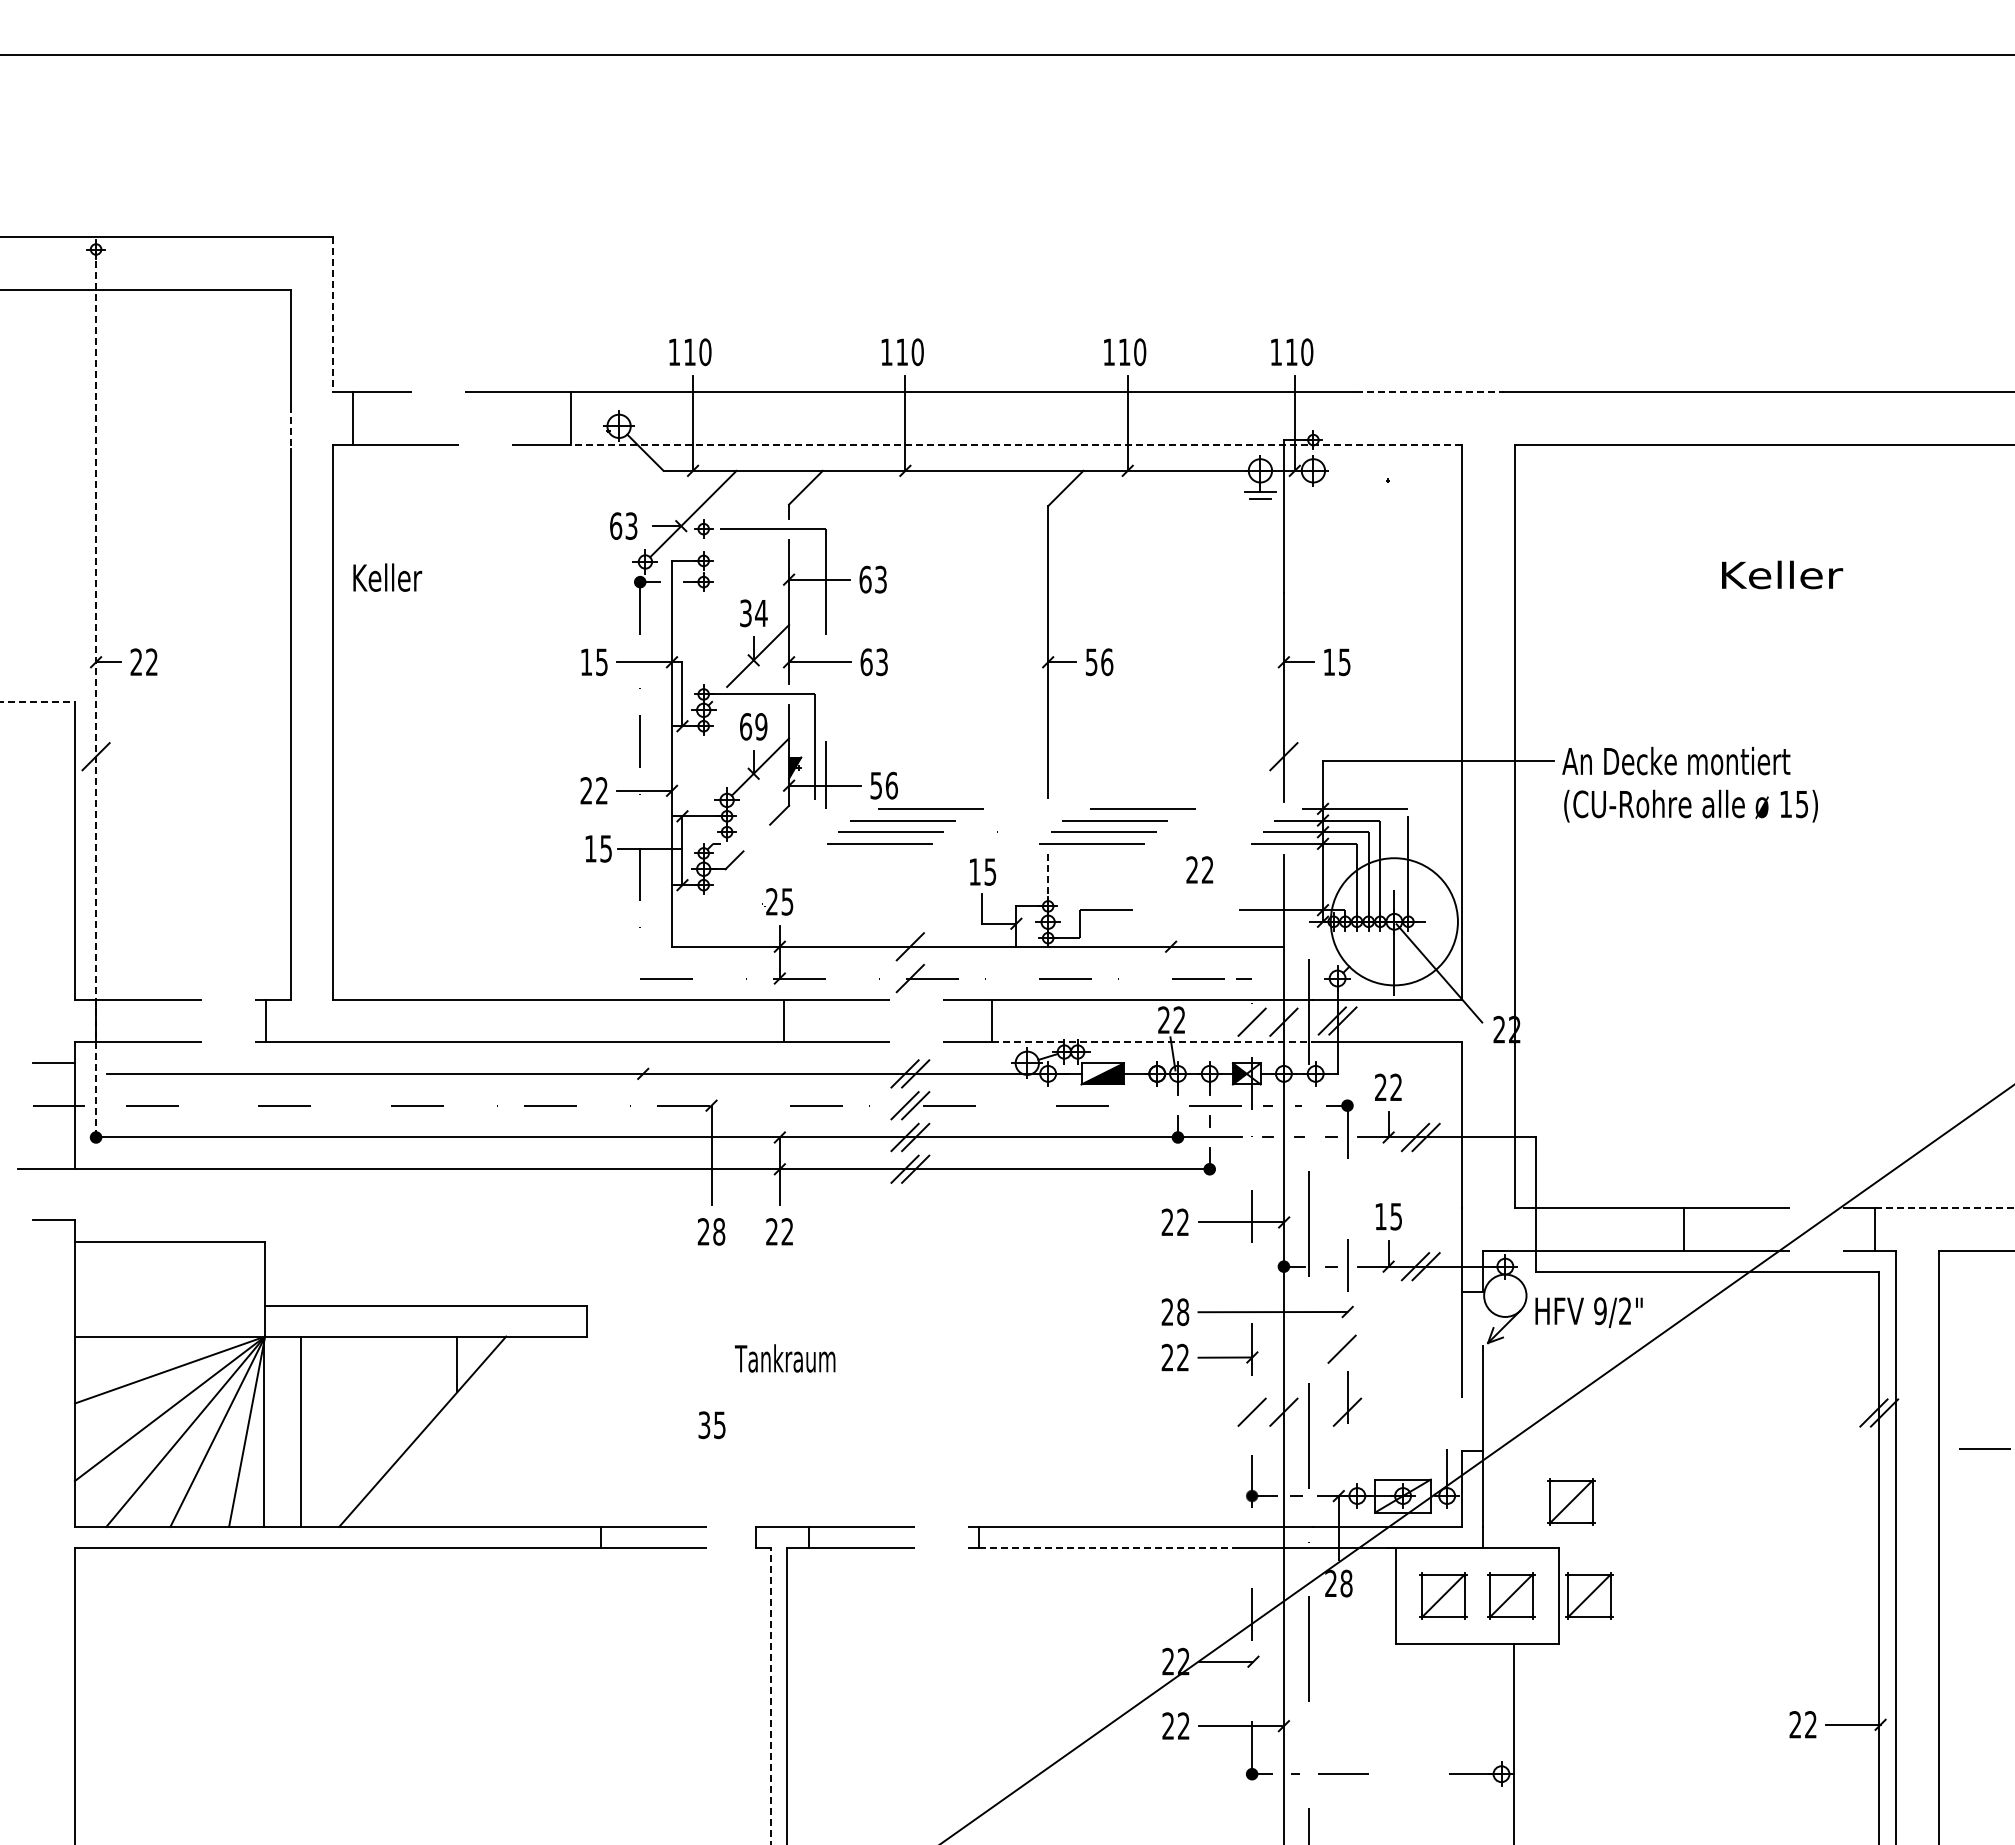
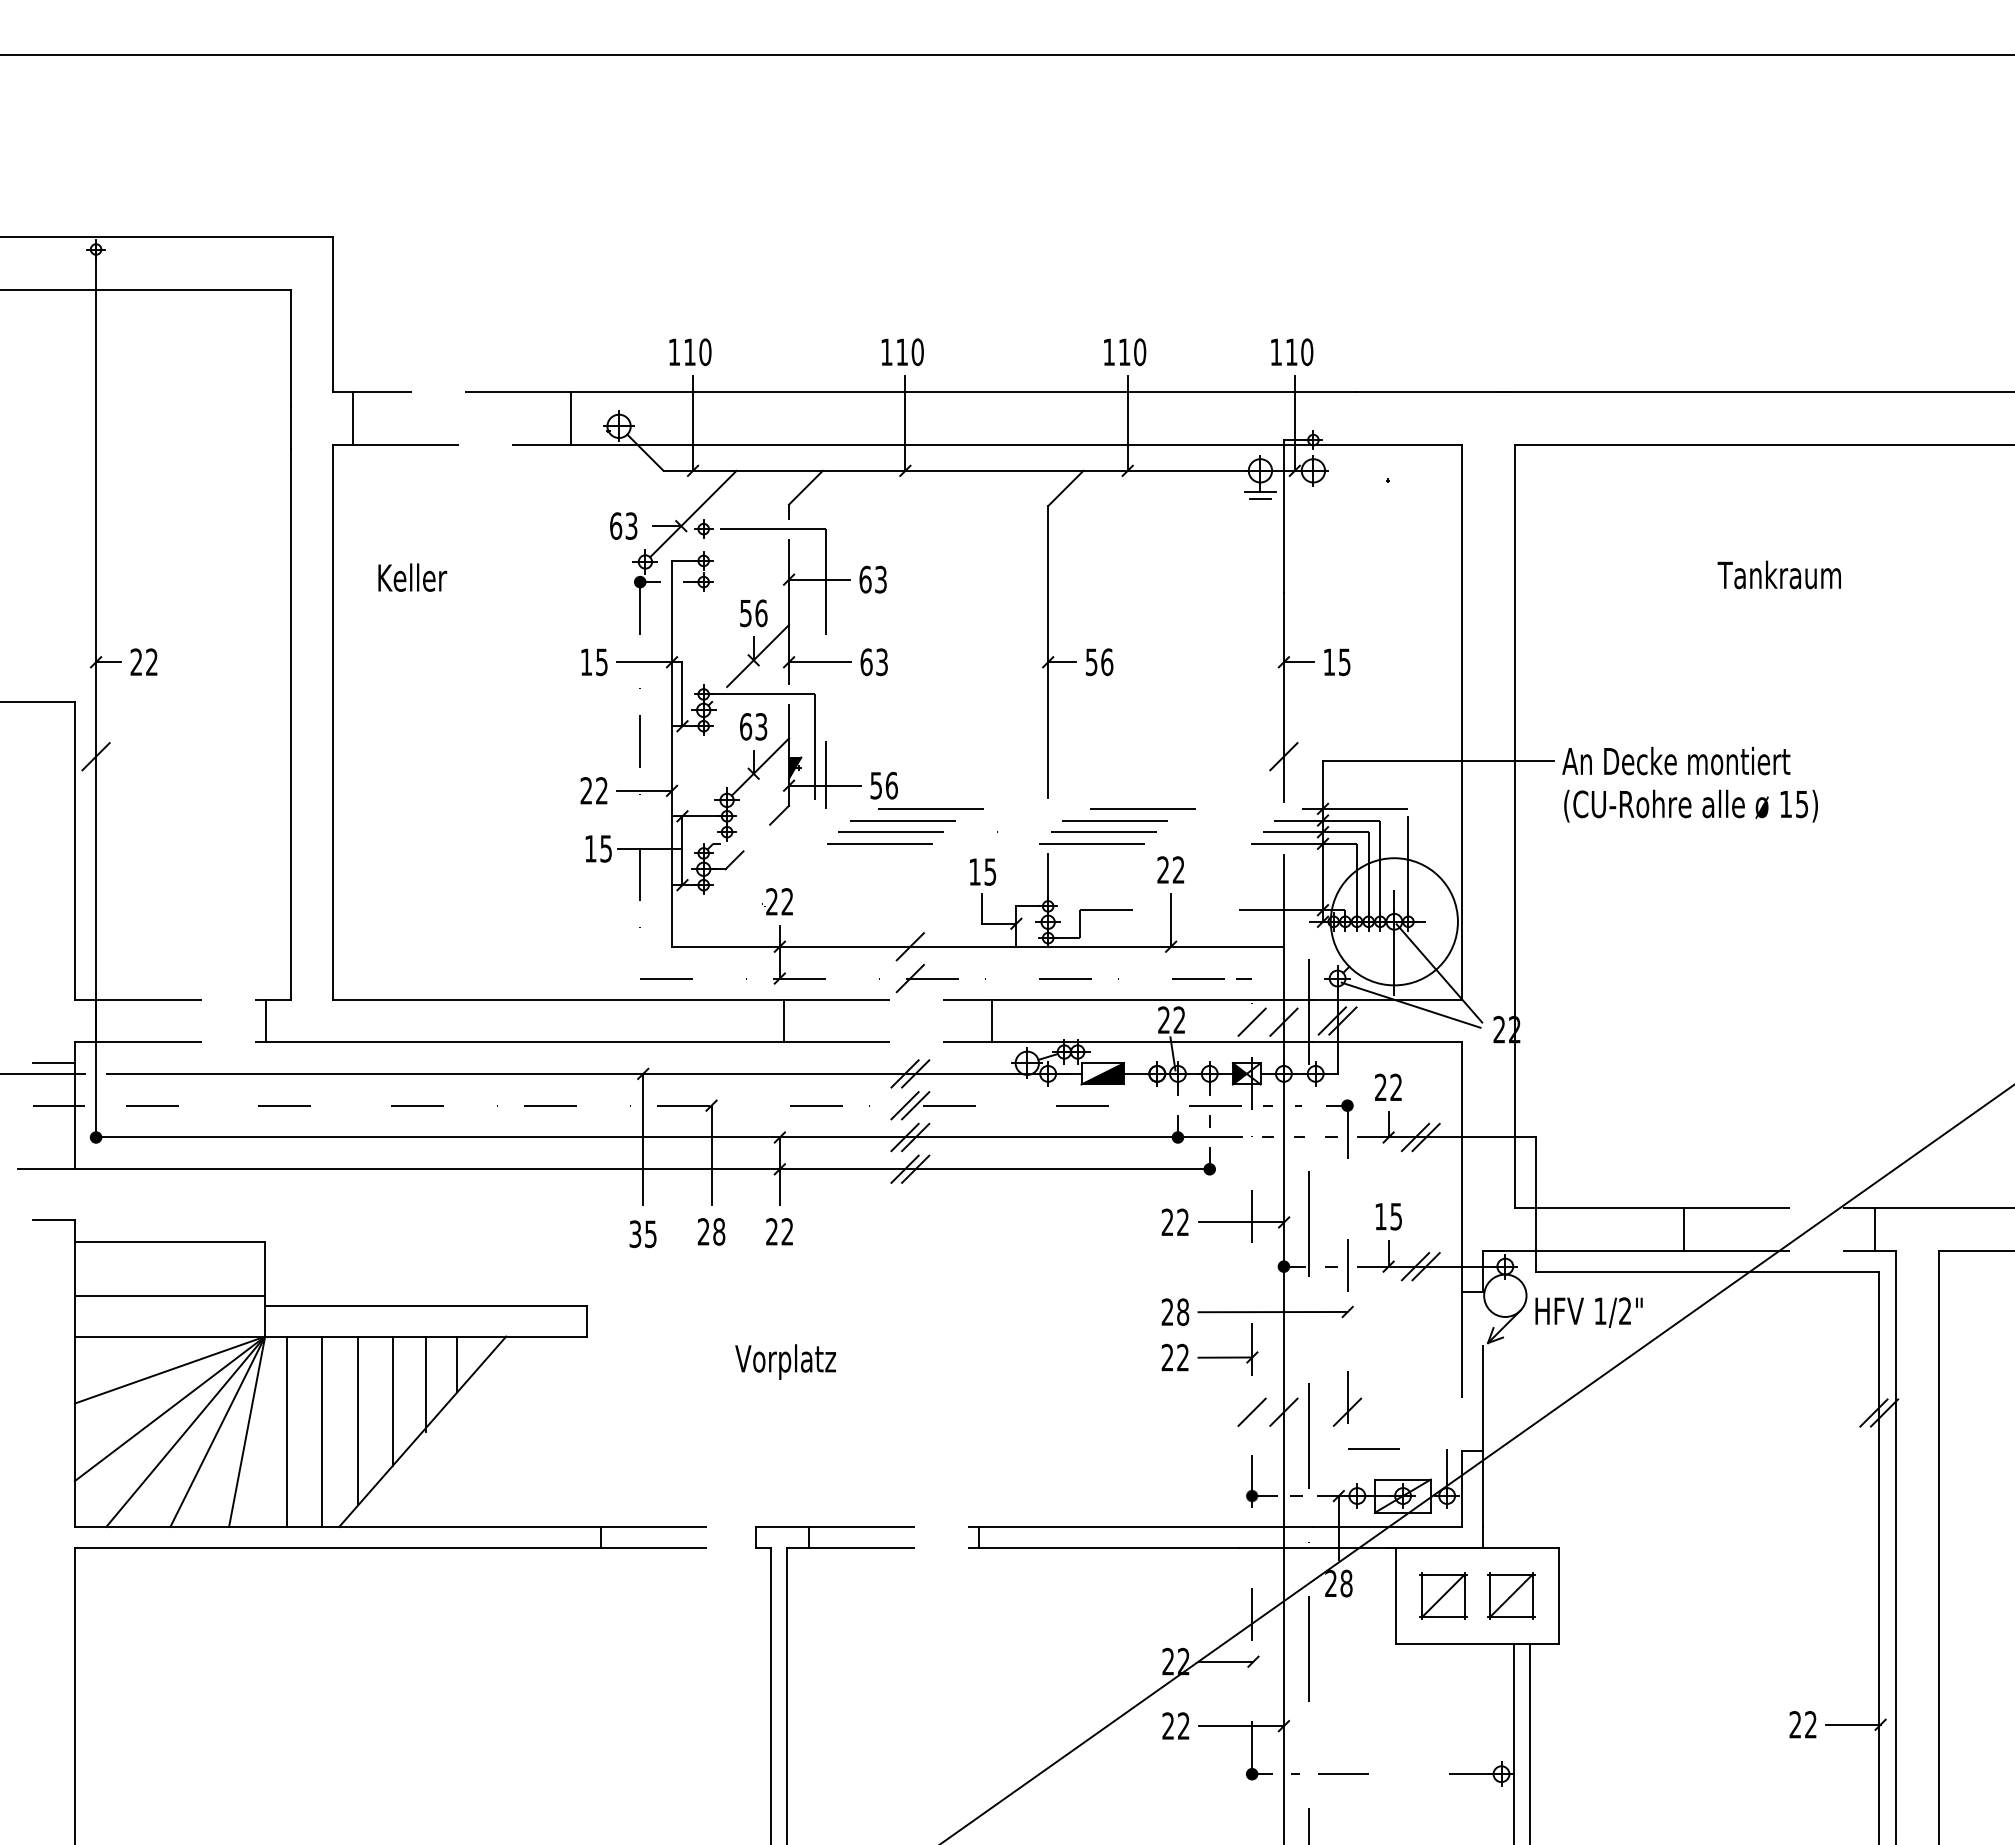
line at (332, 314): dashed -> solid
line at (1430, 392): dashed -> solid
line at (290, 428): dashed -> solid
line at (1016, 445): dashed -> solid
text at (1780, 574): Keller -> Tankraum
text at (387, 577) position: (387, 577) -> (412, 577)
text at (753, 613): 34 -> 56
line at (96, 693): dashed -> solid
line at (37, 701): dashed -> solid
text at (761, 726): 69 -> 63
text at (1199, 869) position: (1199, 869) -> (1170, 869)
line at (1048, 878): dashed -> solid
text at (787, 901): 25 -> 22
line at (1171, 920): none -> present
line at (1410, 1004): none -> present
line at (1152, 1042): dashed -> solid
line at (43, 1073): none -> present
line at (643, 1139): none -> present
line at (1945, 1208): dashed -> solid
line at (169, 1296): none -> present
text at (1600, 1311): 9/2" -> 1/2"
line at (1341, 1348): present -> none
text at (784, 1361): Tankraum -> Vorplatz
line at (425, 1383): none -> present
line at (392, 1400): none -> present
line at (358, 1420): none -> present
text at (711, 1425) position: (711, 1425) -> (642, 1234)
line at (263, 1431) position: (263, 1431) -> (286, 1431)
line at (301, 1431) position: (301, 1431) -> (322, 1431)
line at (1984, 1448) position: (1984, 1448) -> (1373, 1448)
part at (1571, 1501): present -> none
line at (1108, 1548): dashed -> solid
part at (1589, 1595): present -> none
line at (770, 1696): dashed -> solid
line at (1530, 1742): none -> present
